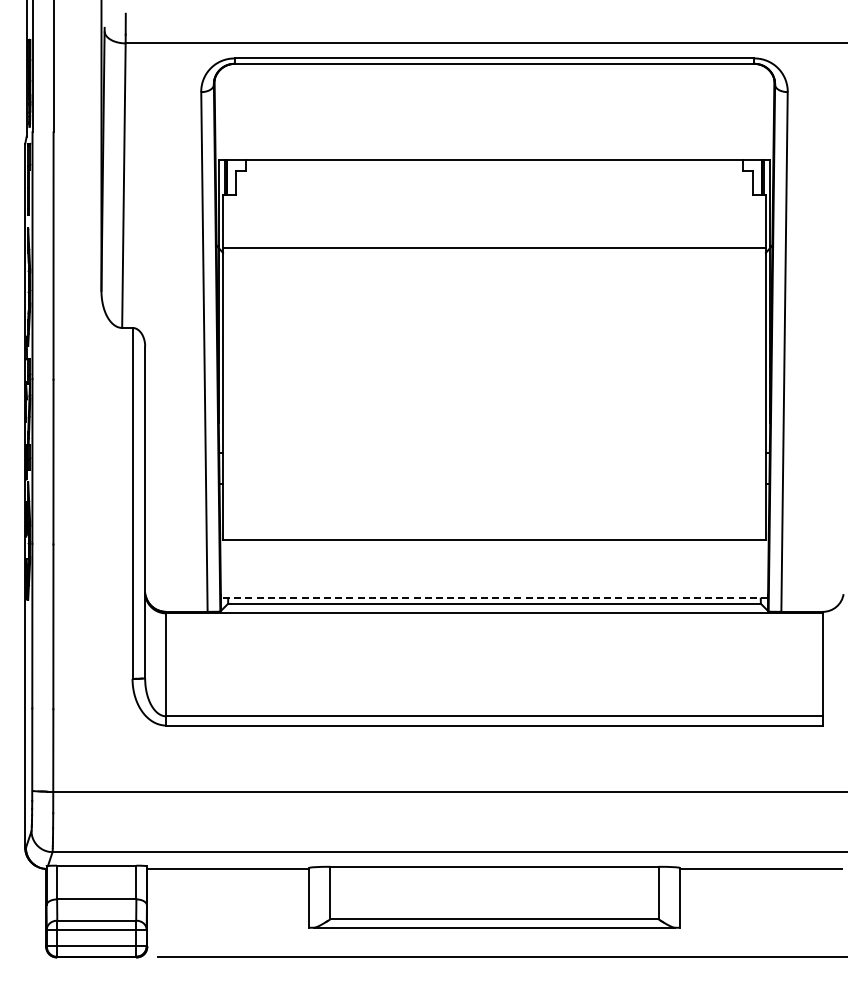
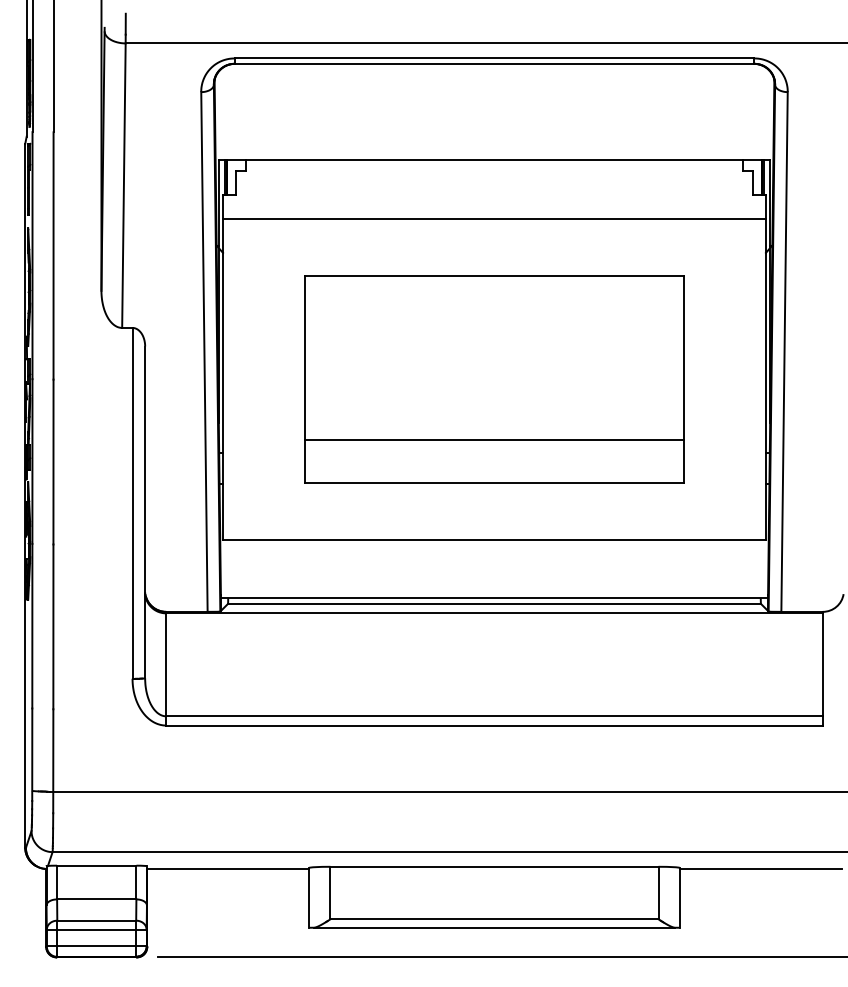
line at (494, 248) position: (494, 248) -> (494, 219)
part at (494, 379): none -> present
line at (494, 597): dashed -> solid
